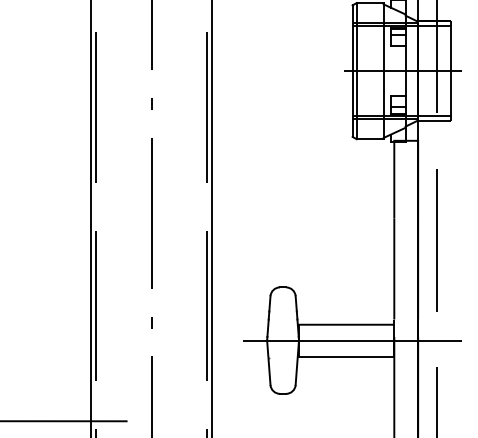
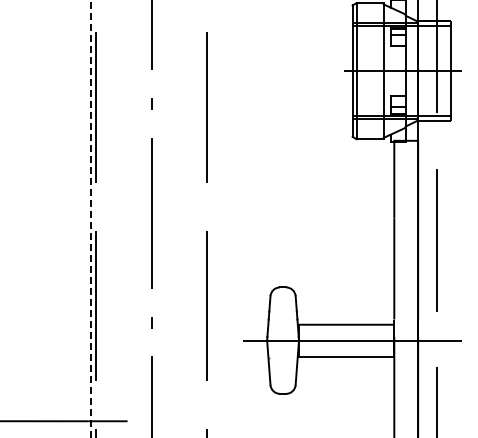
line at (91, 218): solid -> dashed
line at (212, 218): present -> none
